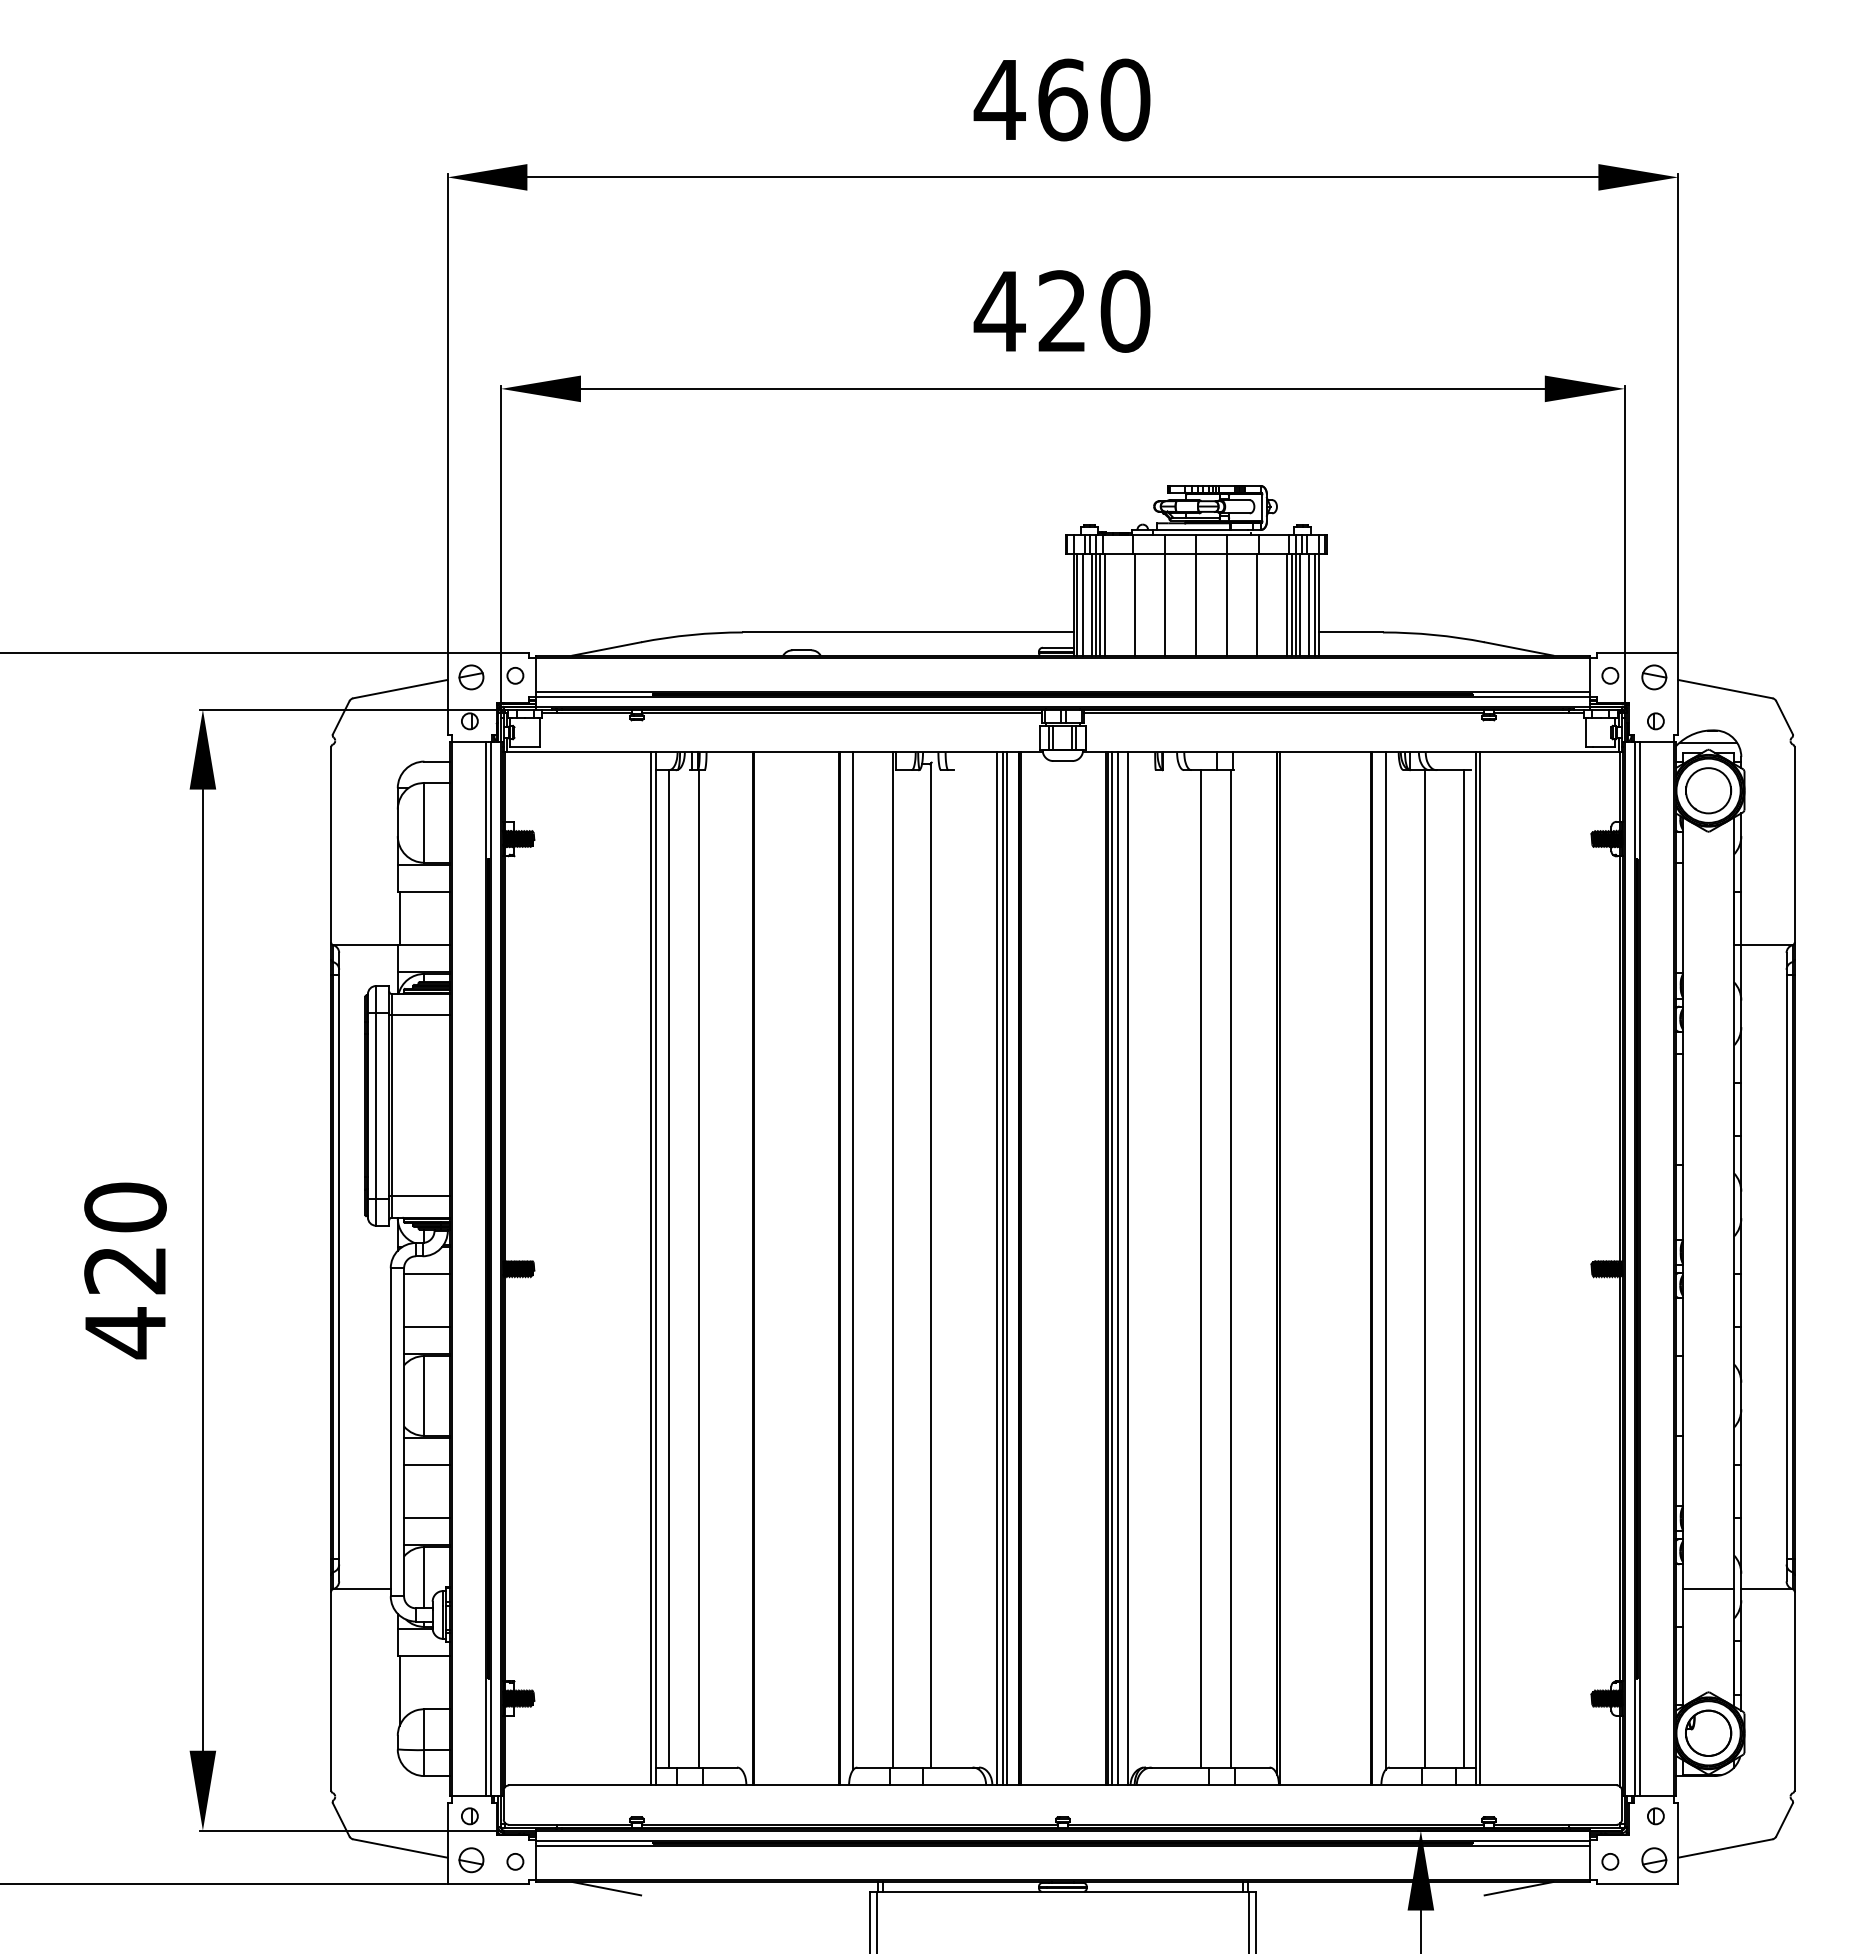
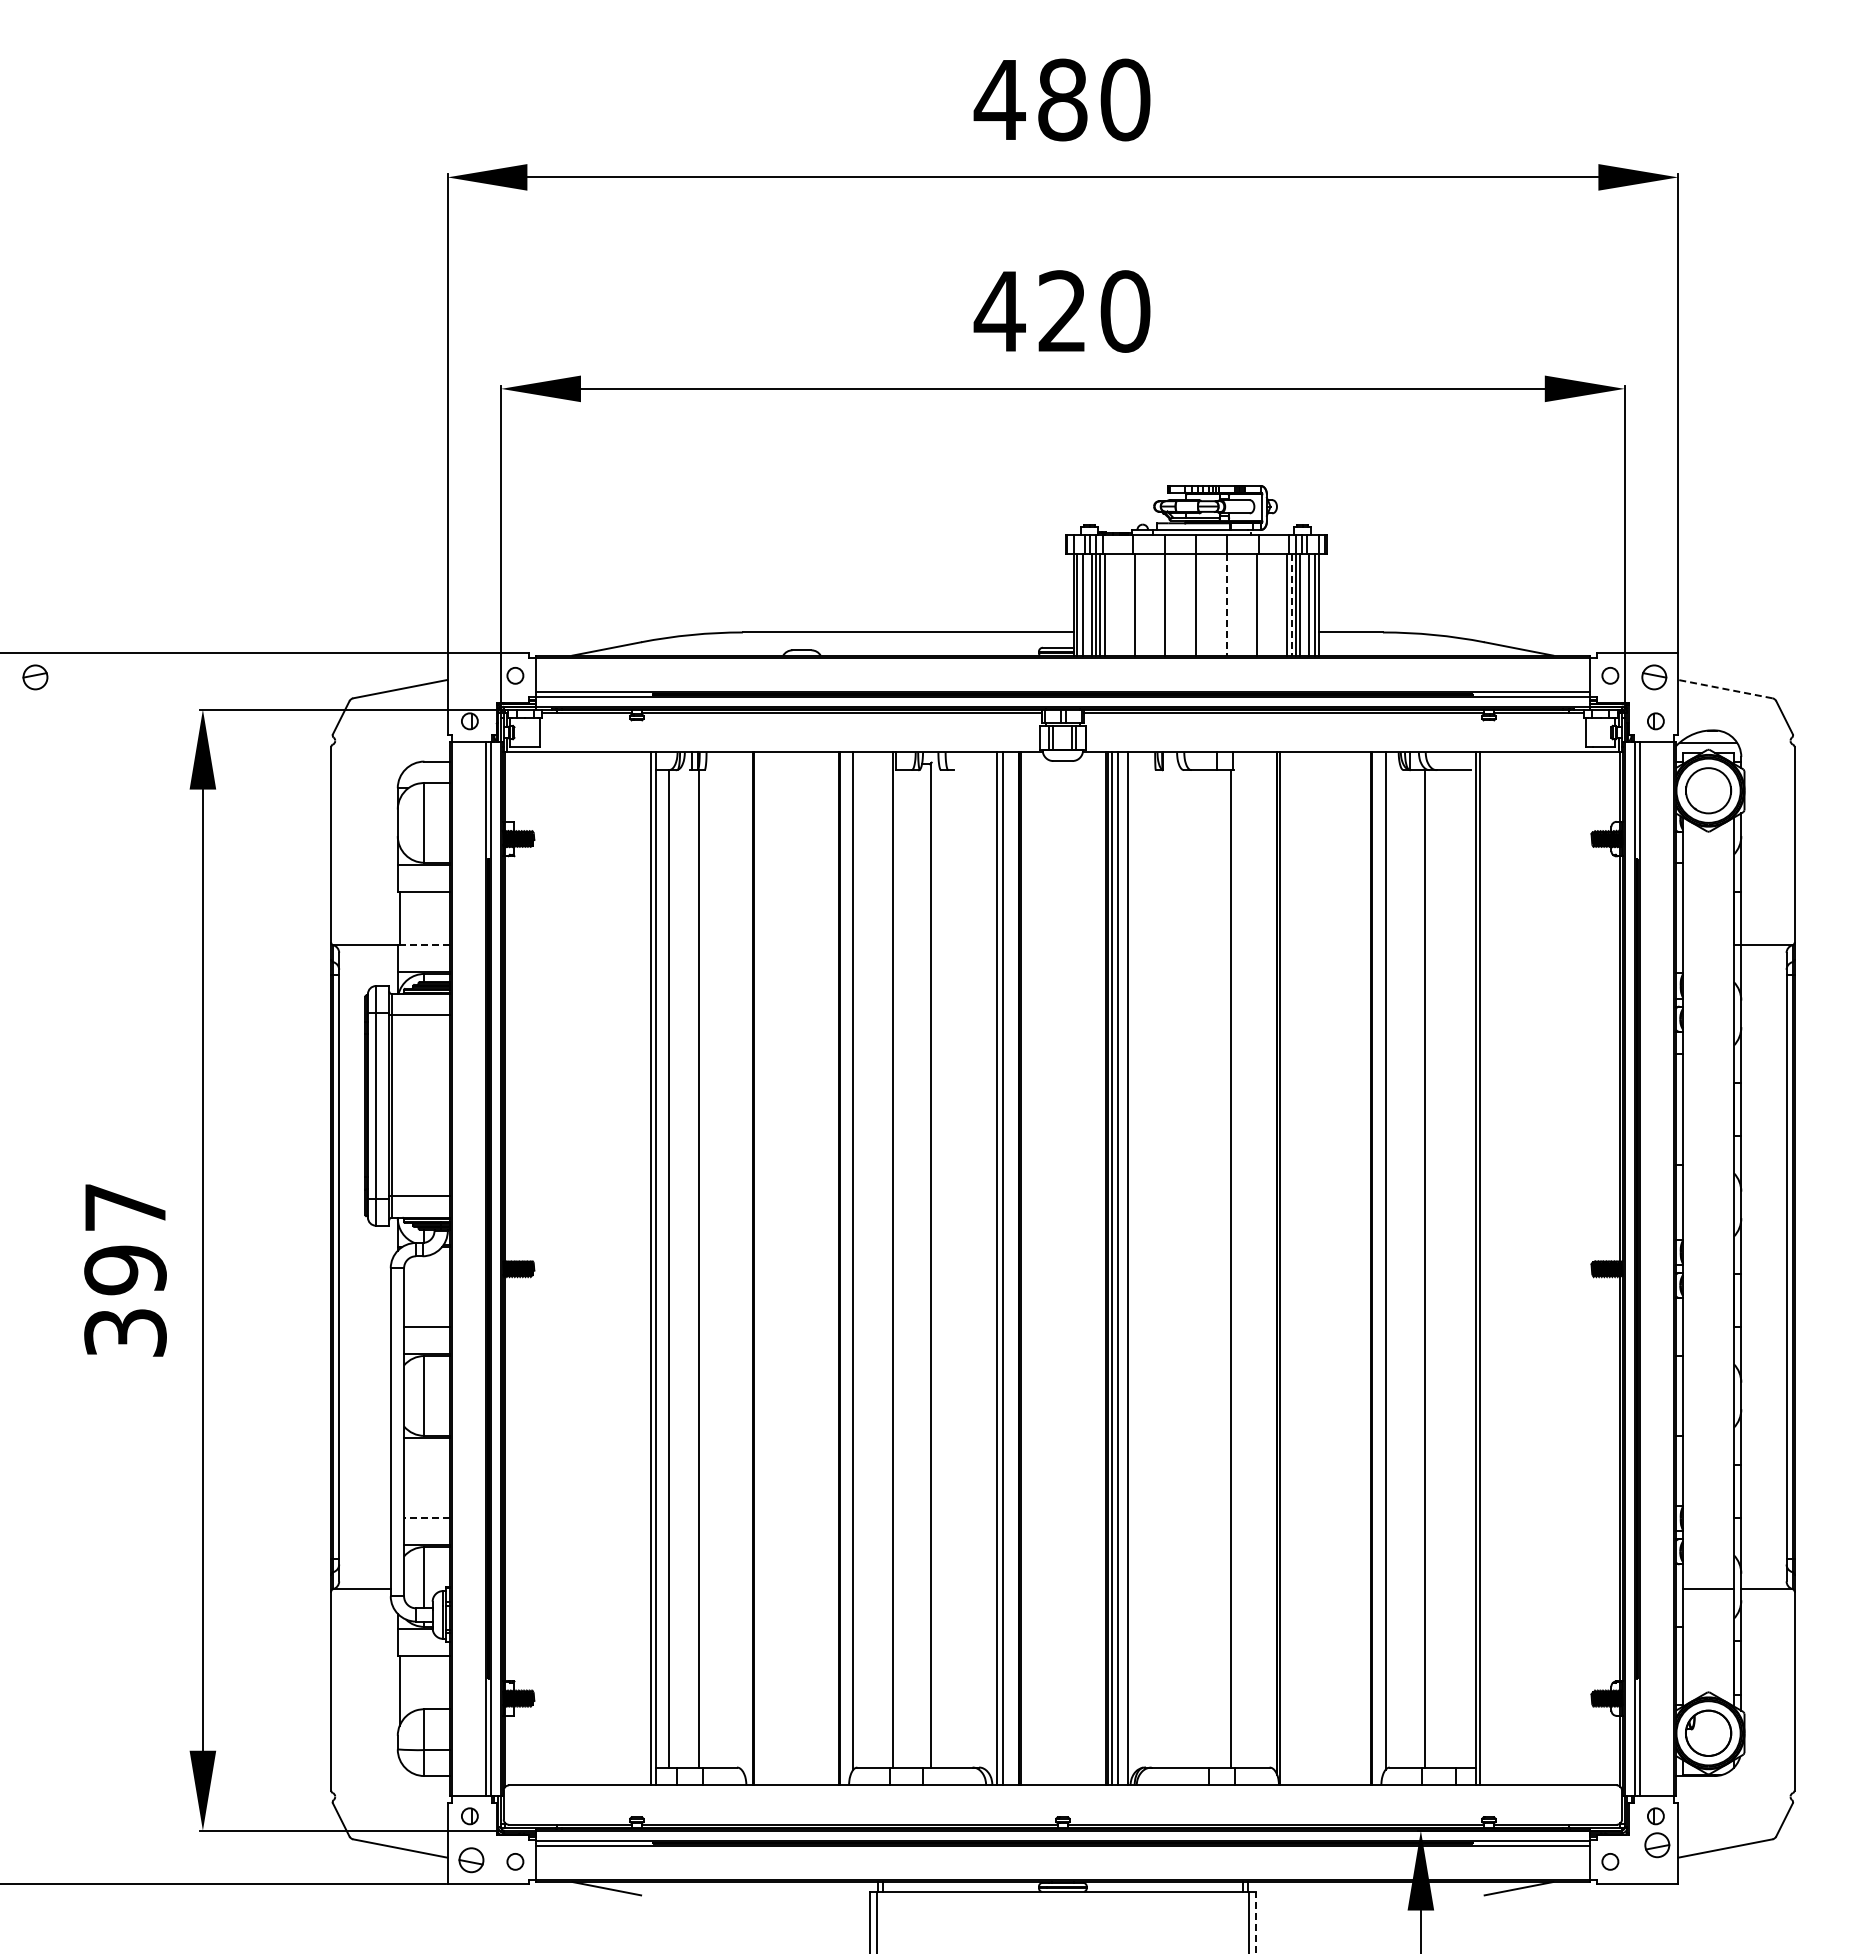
text at (1063, 99): 460 -> 480
line at (1226, 604): solid -> dashed
line at (1291, 604): solid -> dashed
part at (471, 677) position: (471, 677) -> (35, 677)
line at (1724, 689): solid -> dashed
line at (425, 944): solid -> dashed
line at (1006, 1268): present -> none
line at (1201, 1268): present -> none
line at (1464, 1268): present -> none
text at (125, 1270): 420 -> 397
line at (426, 1273): present -> none
line at (426, 1464): present -> none
line at (426, 1518): solid -> dashed
part at (1654, 1860) position: (1654, 1860) -> (1657, 1845)
line at (1255, 1922): solid -> dashed
